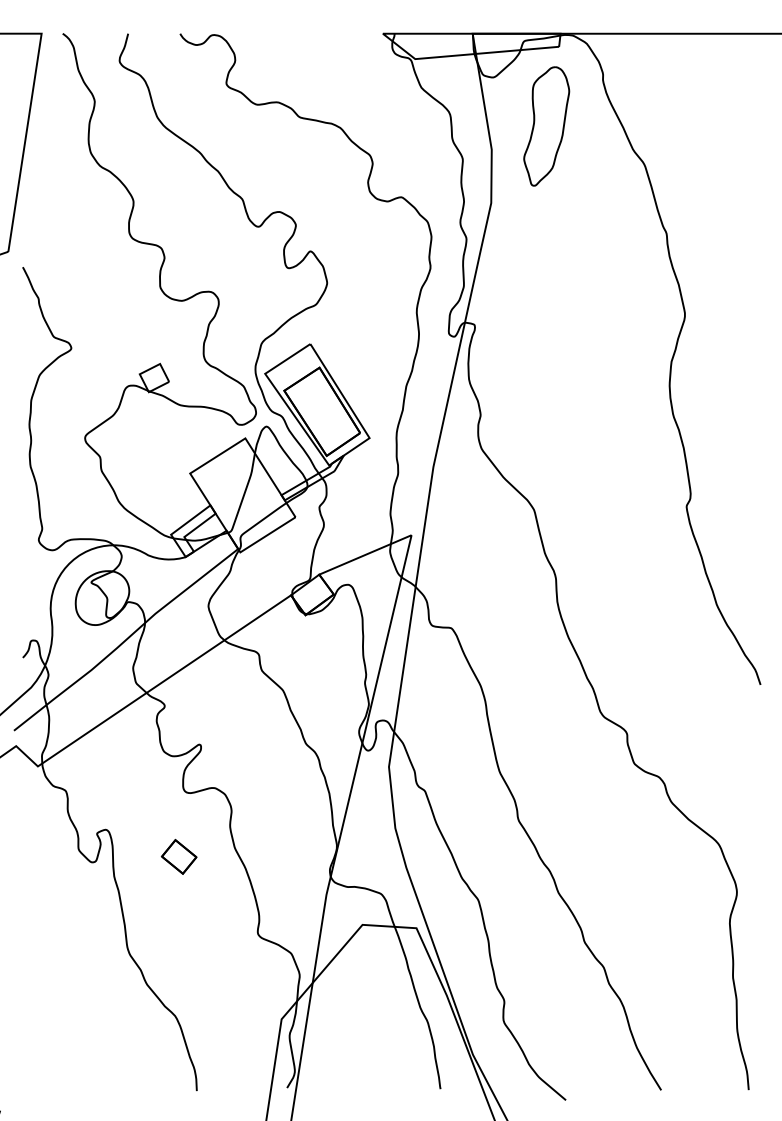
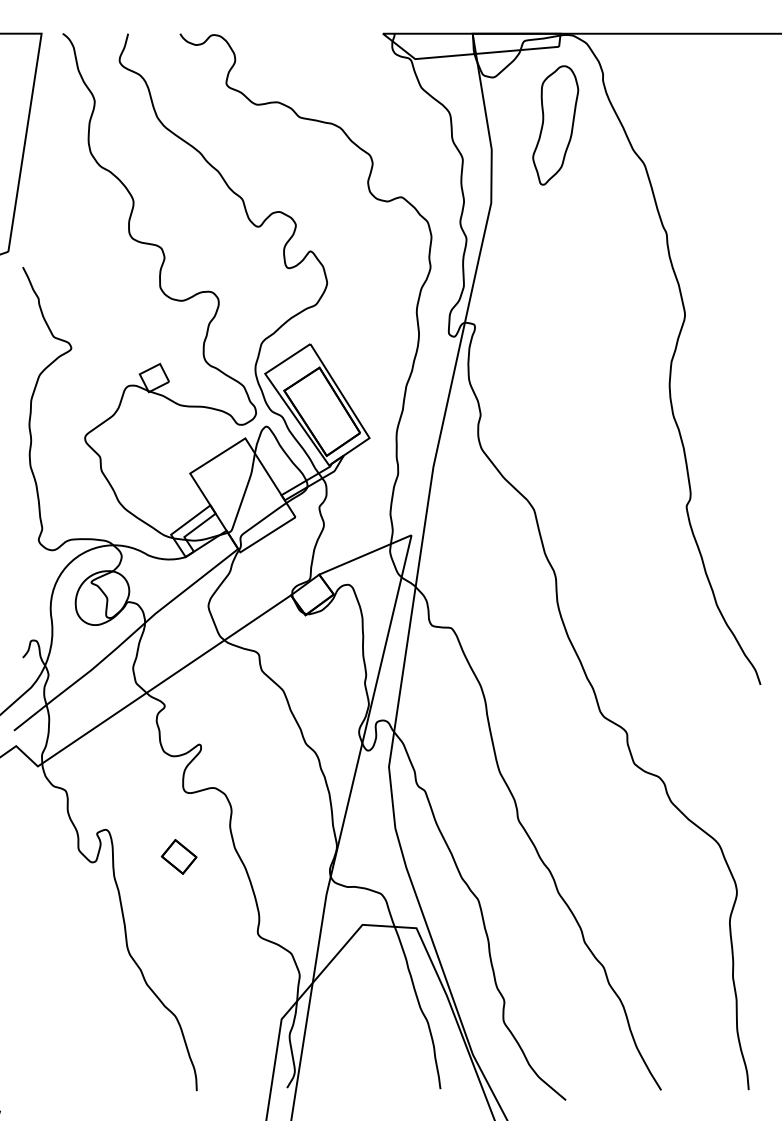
part at (546, 126) position: (546, 126) -> (555, 125)
